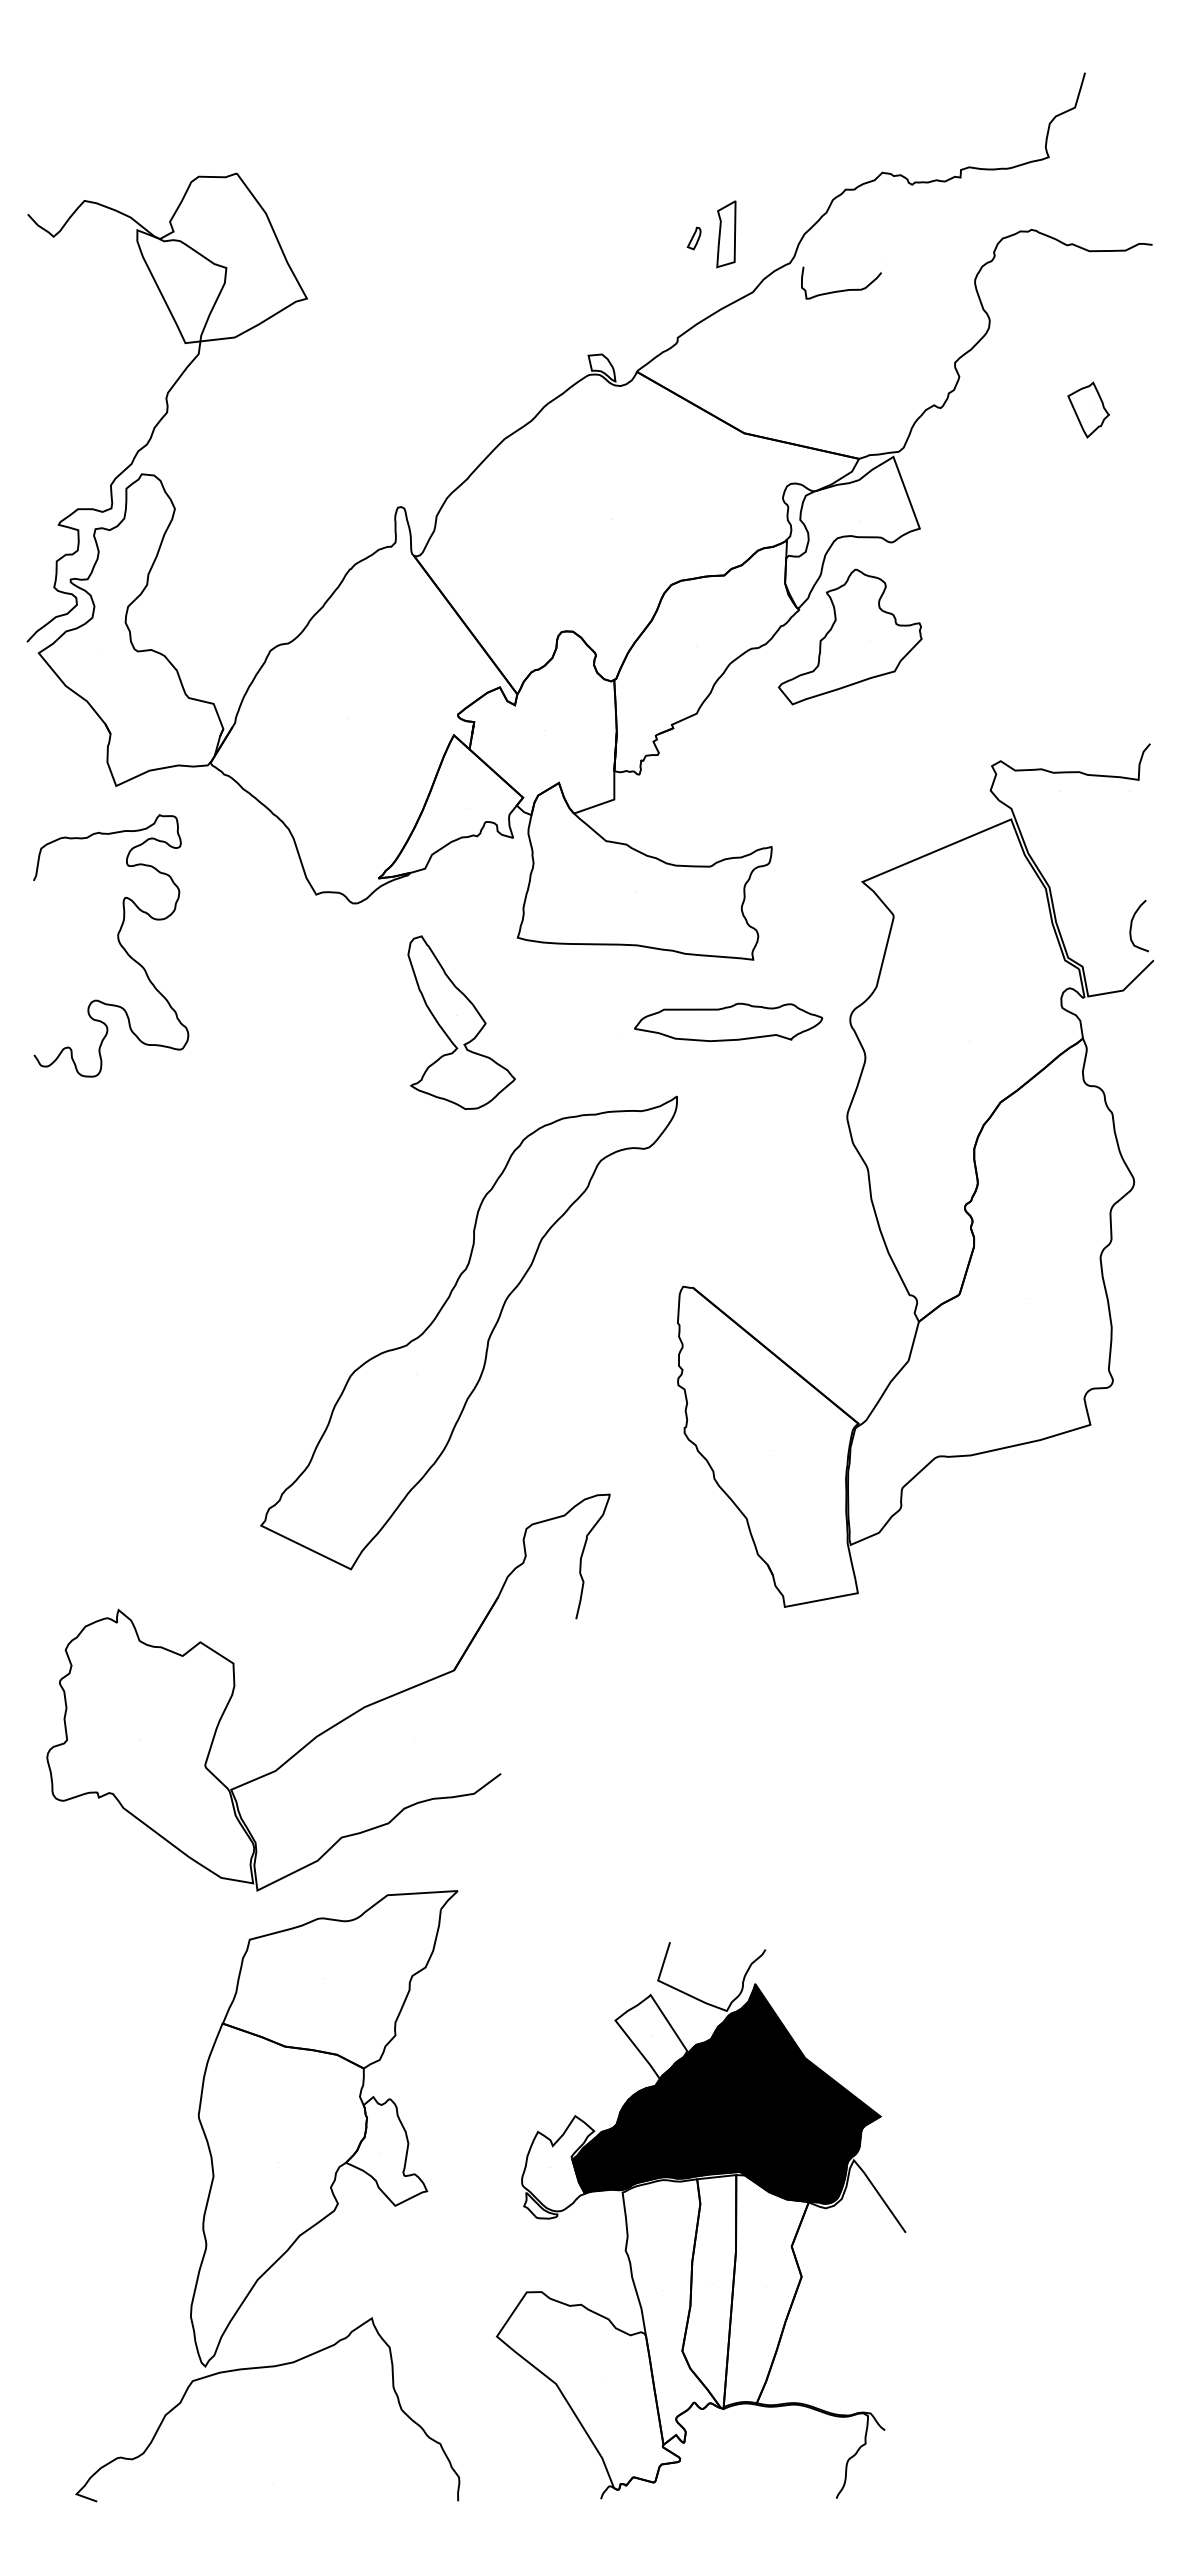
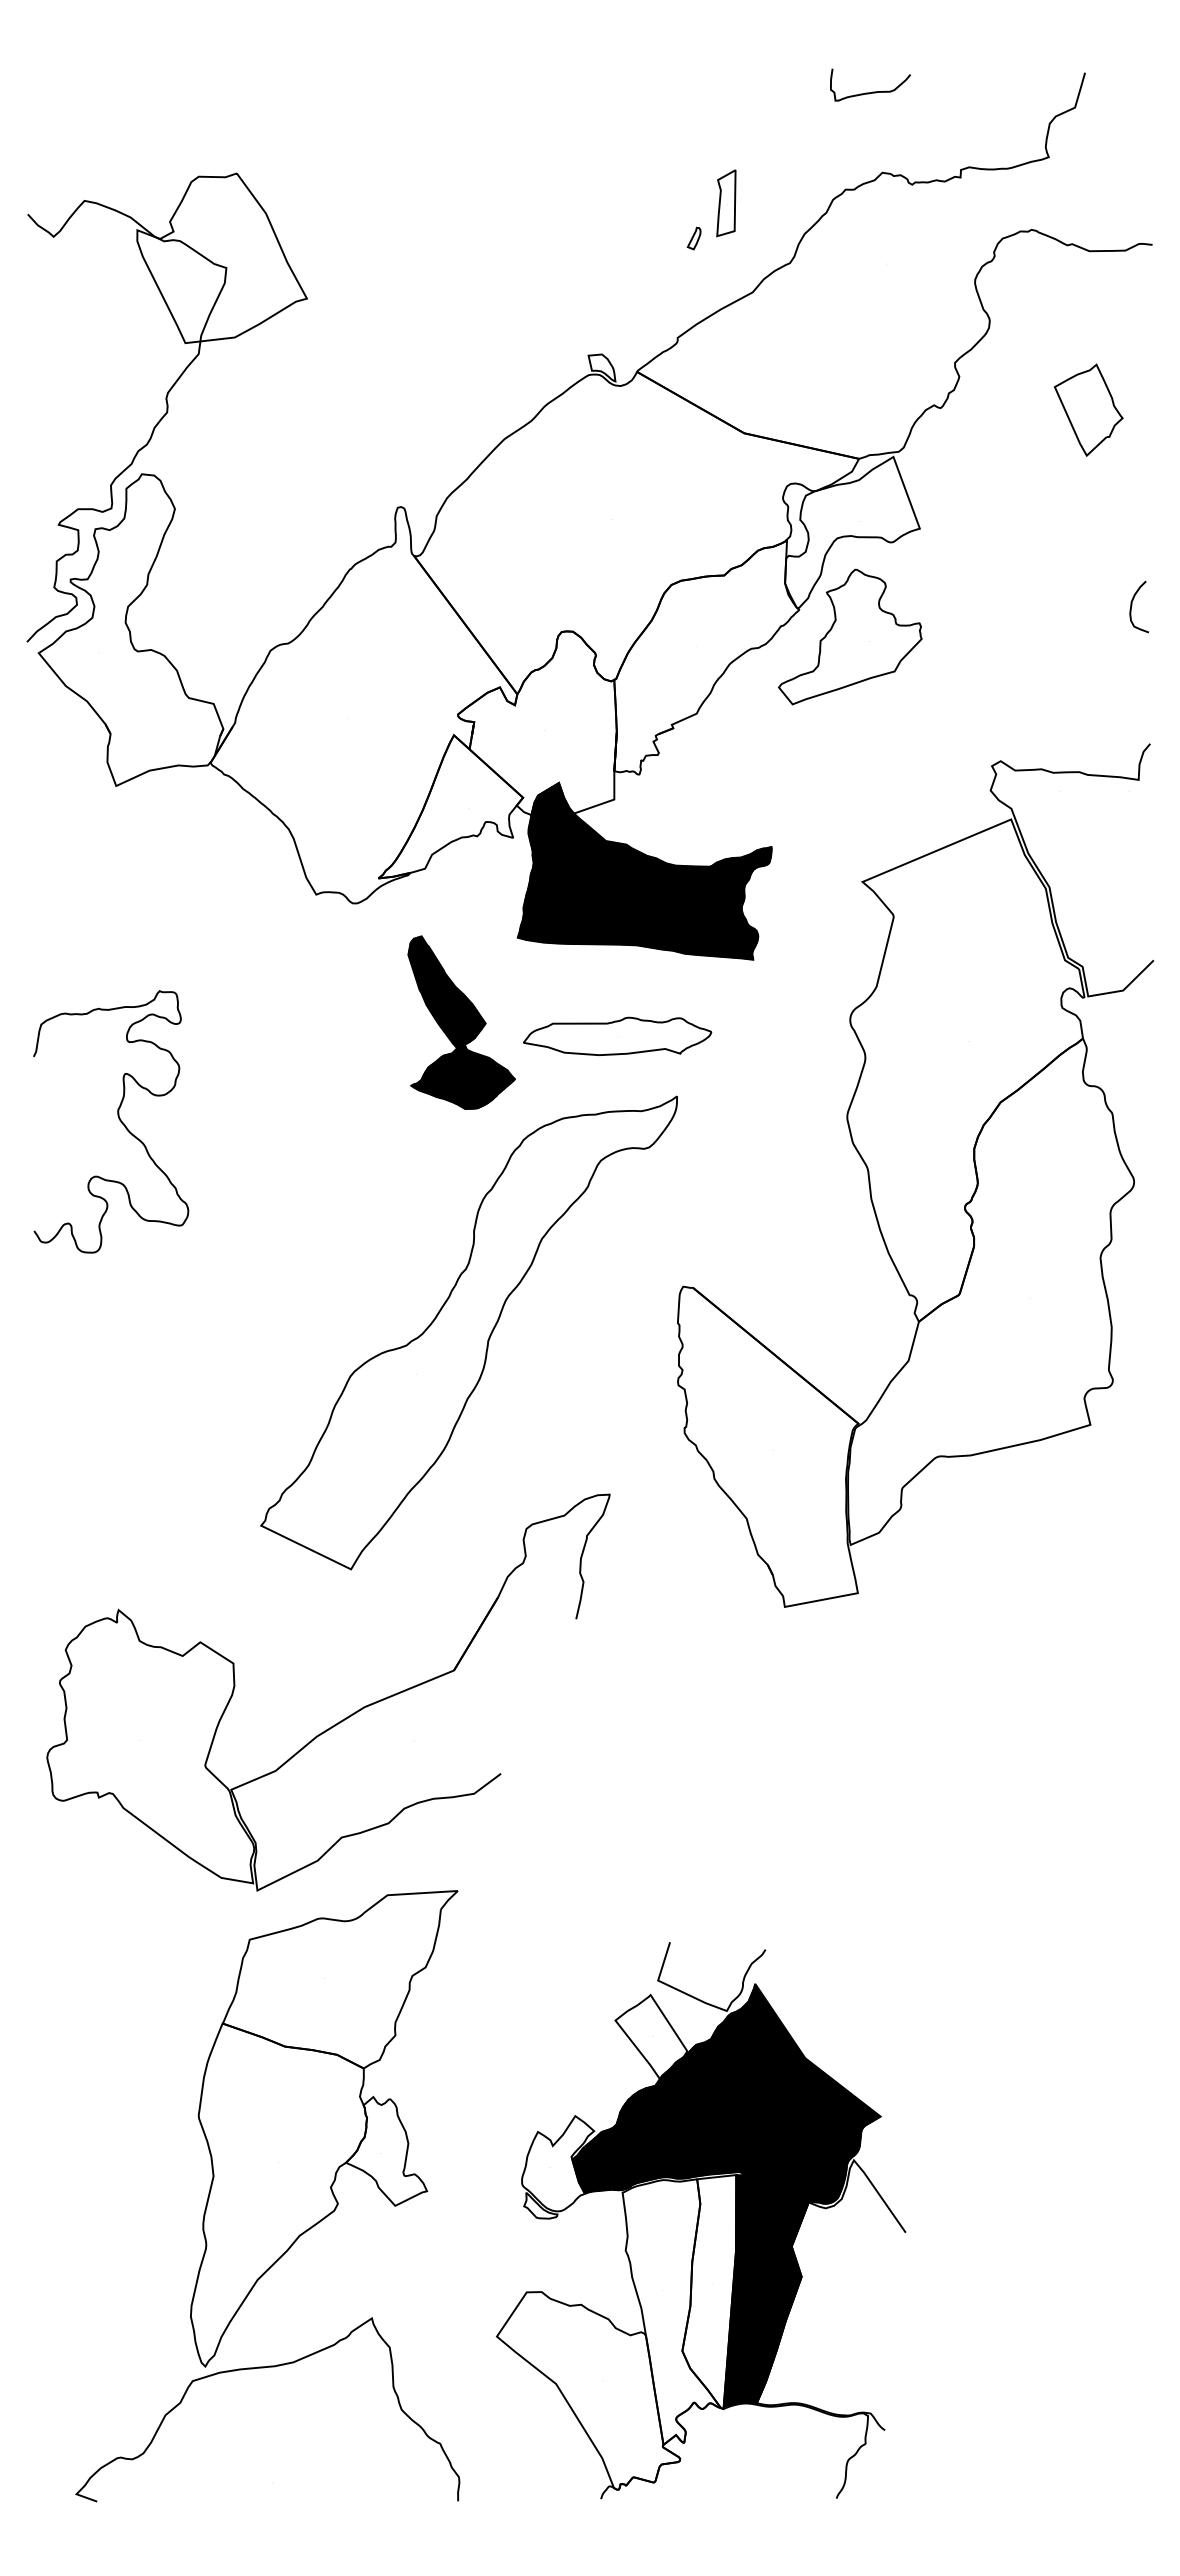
part at (726, 234) position: (726, 234) -> (726, 203)
curve at (843, 289) position: (843, 289) -> (872, 91)
part at (1088, 409) size: 43x58 px -> 71x94 px
hatch at (644, 871): none -> present
curve at (1132, 925) position: (1132, 925) -> (1132, 606)
curve at (118, 942) position: (118, 942) -> (118, 1118)
hatch at (461, 1022): none -> present
part at (728, 1022) position: (728, 1022) -> (617, 1036)
hatch at (765, 2290): none -> present
